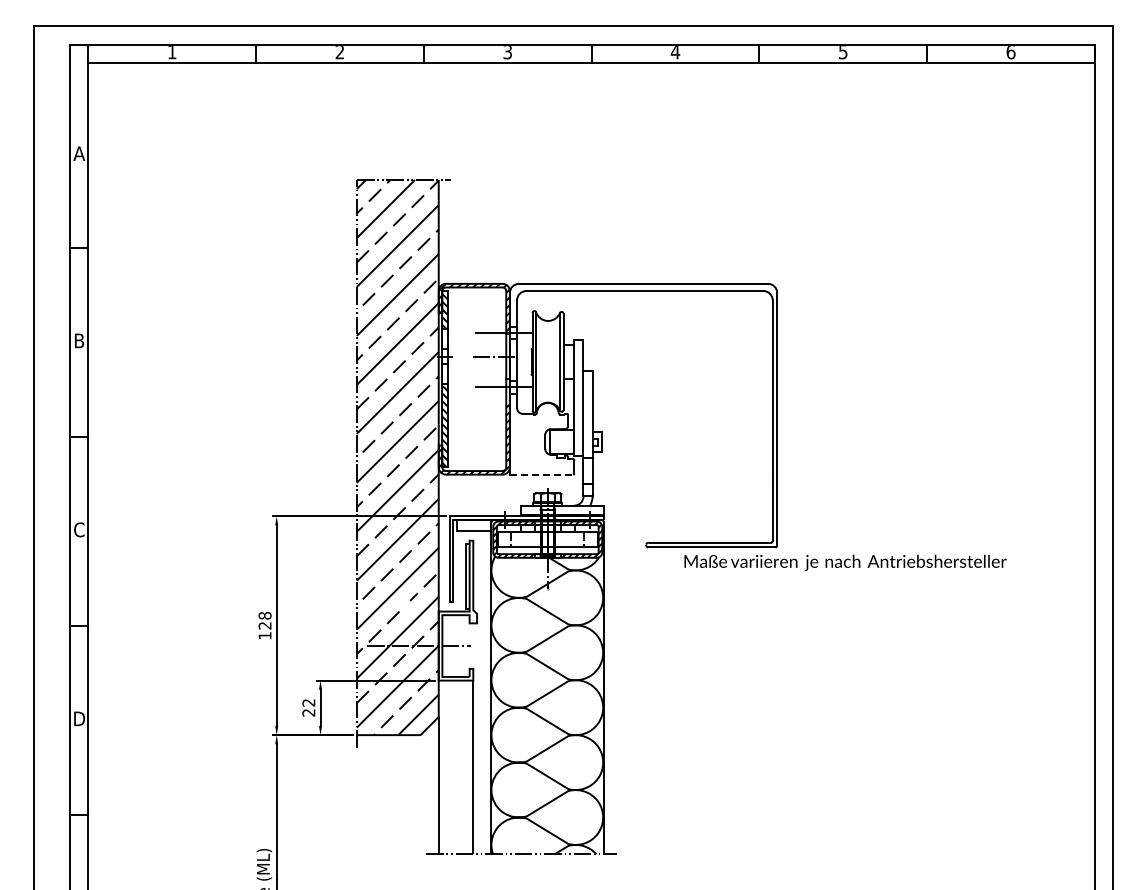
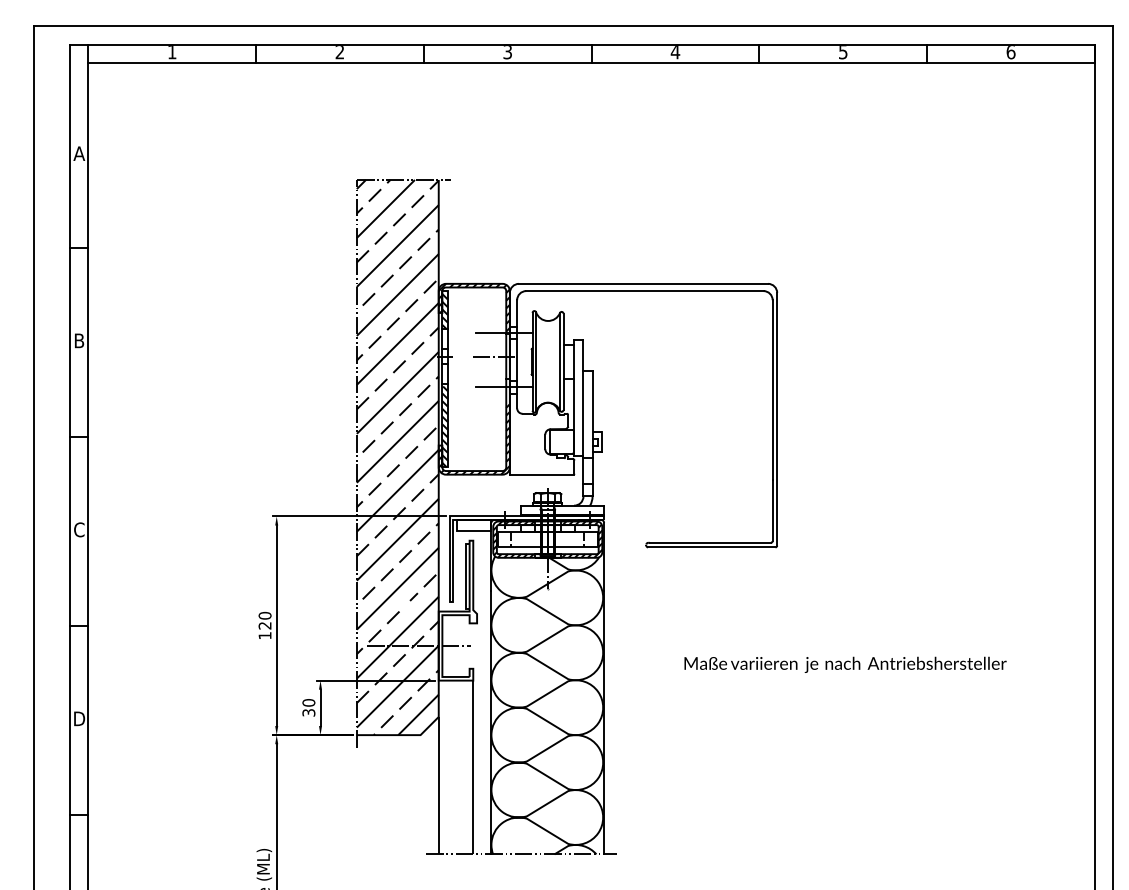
line at (541, 474): dashed -> solid
text at (845, 562) position: (845, 562) -> (845, 664)
text at (264, 615): 128 -> 120
text at (308, 707): 22 -> 30
